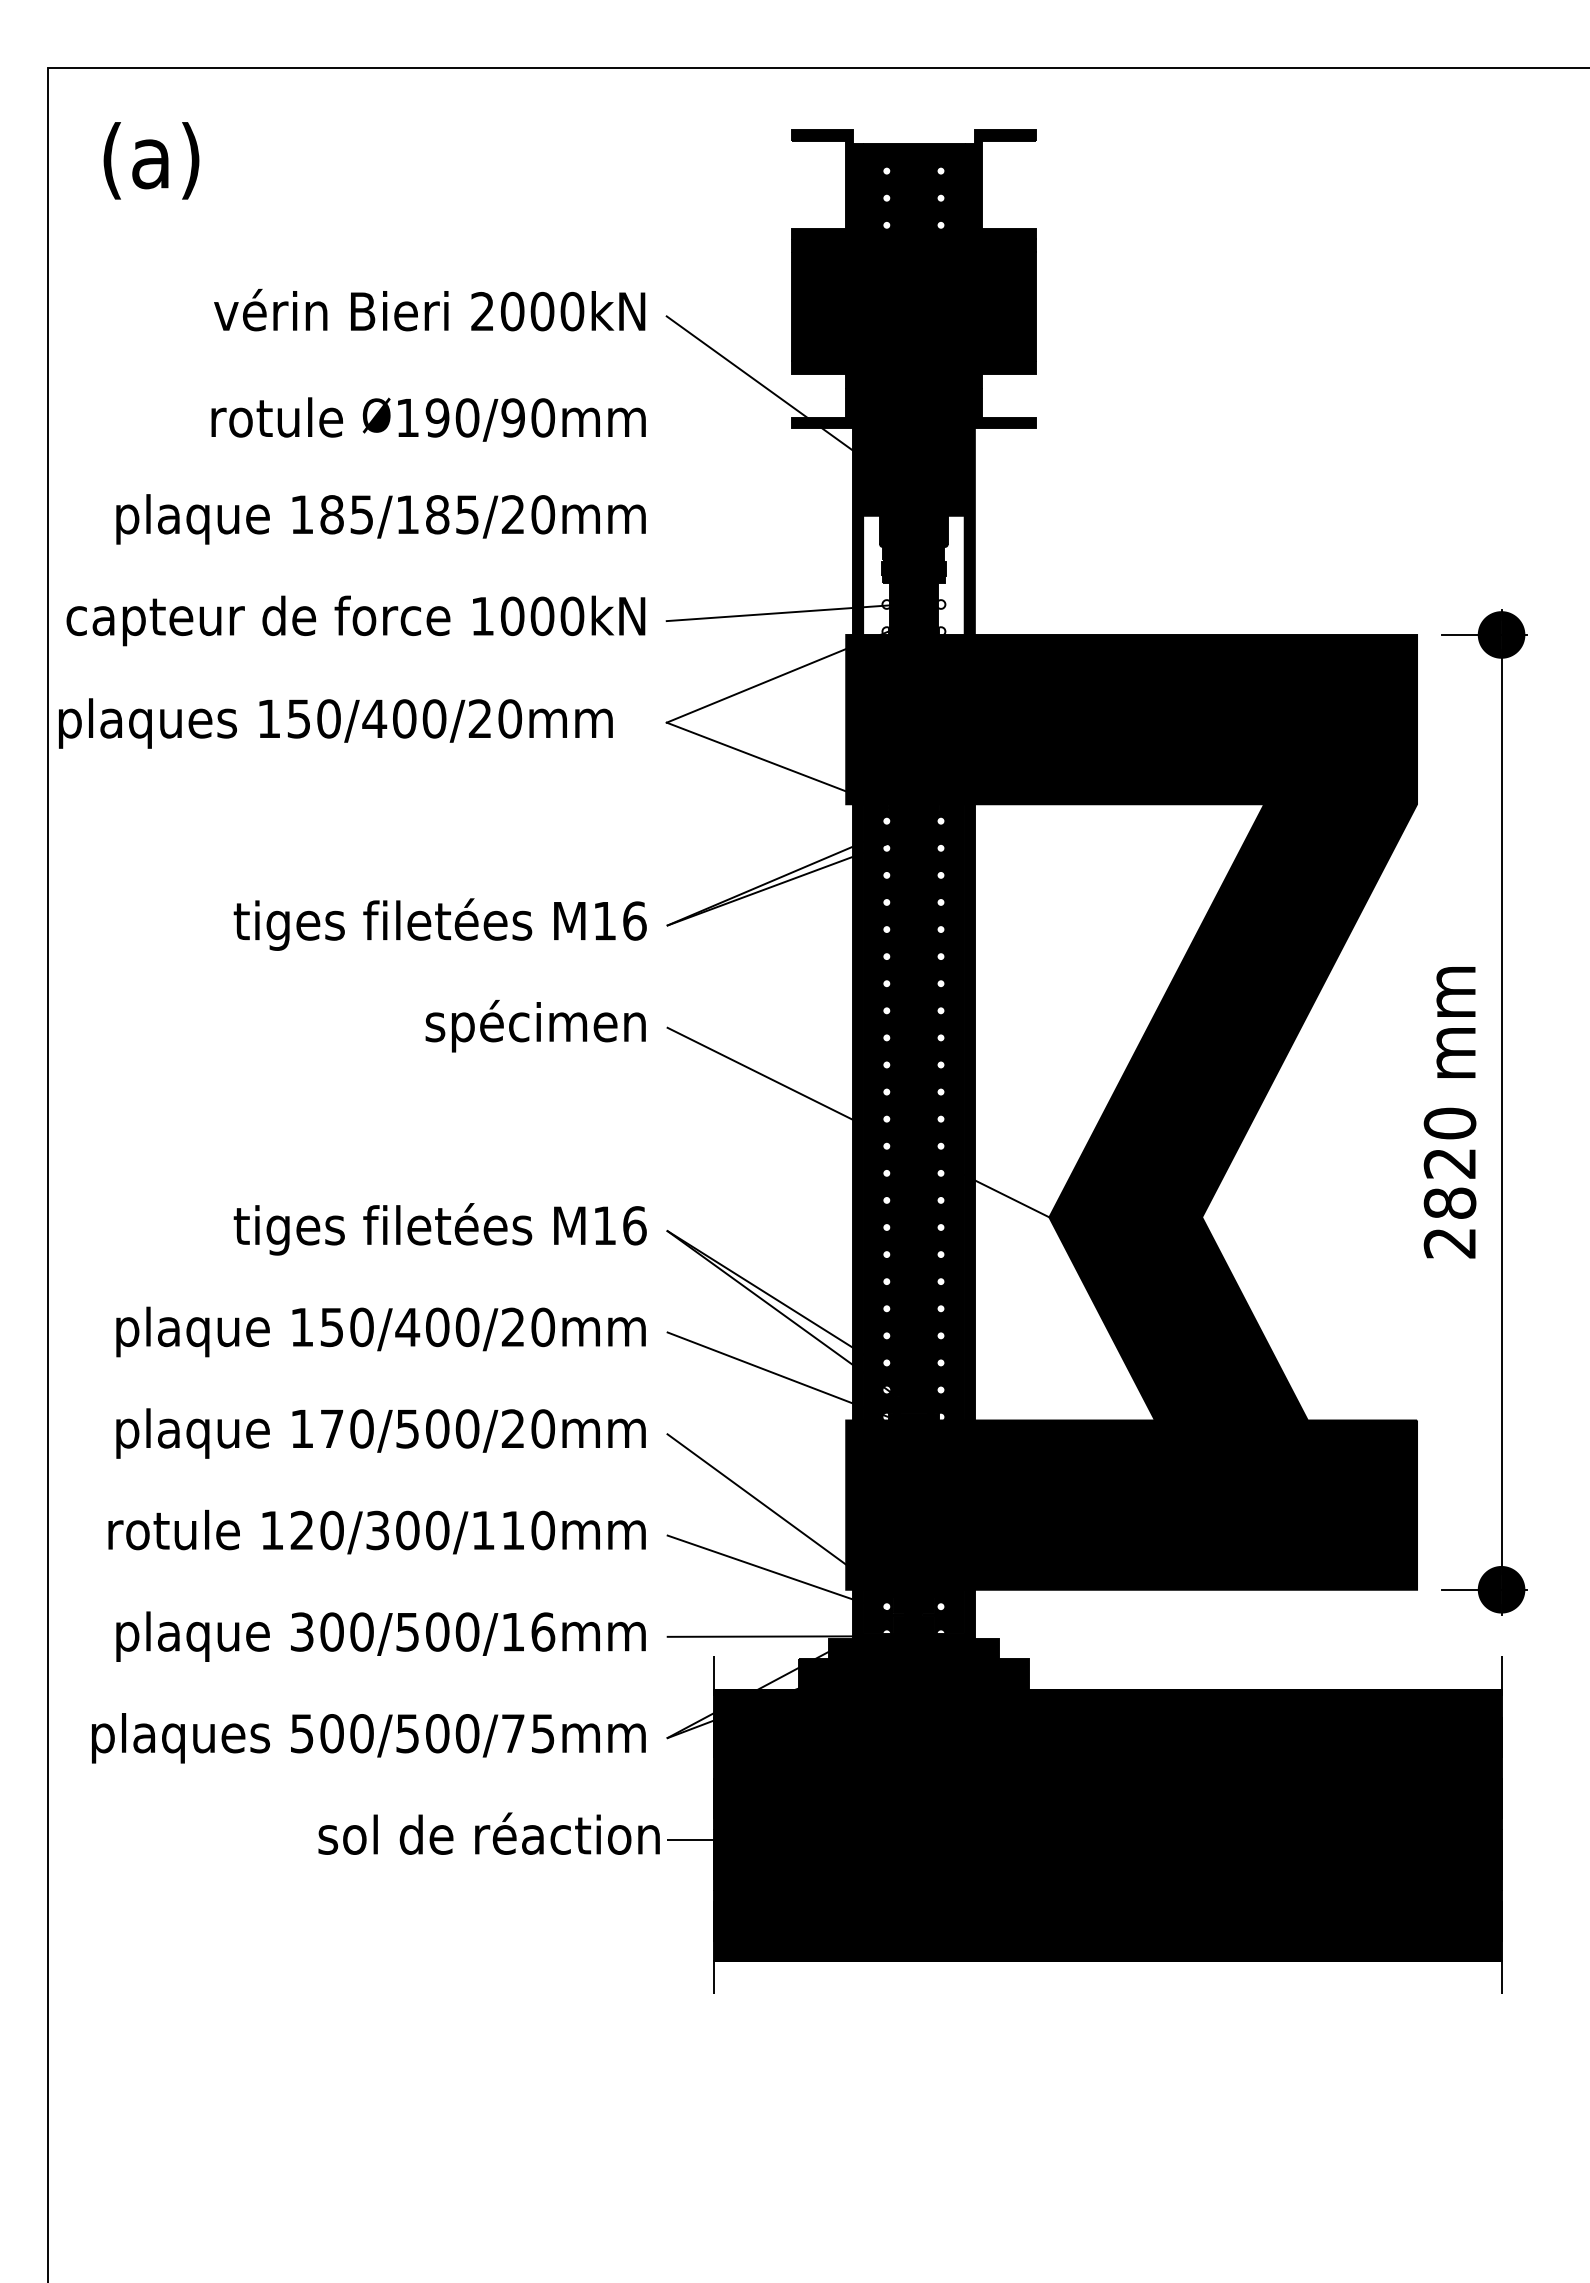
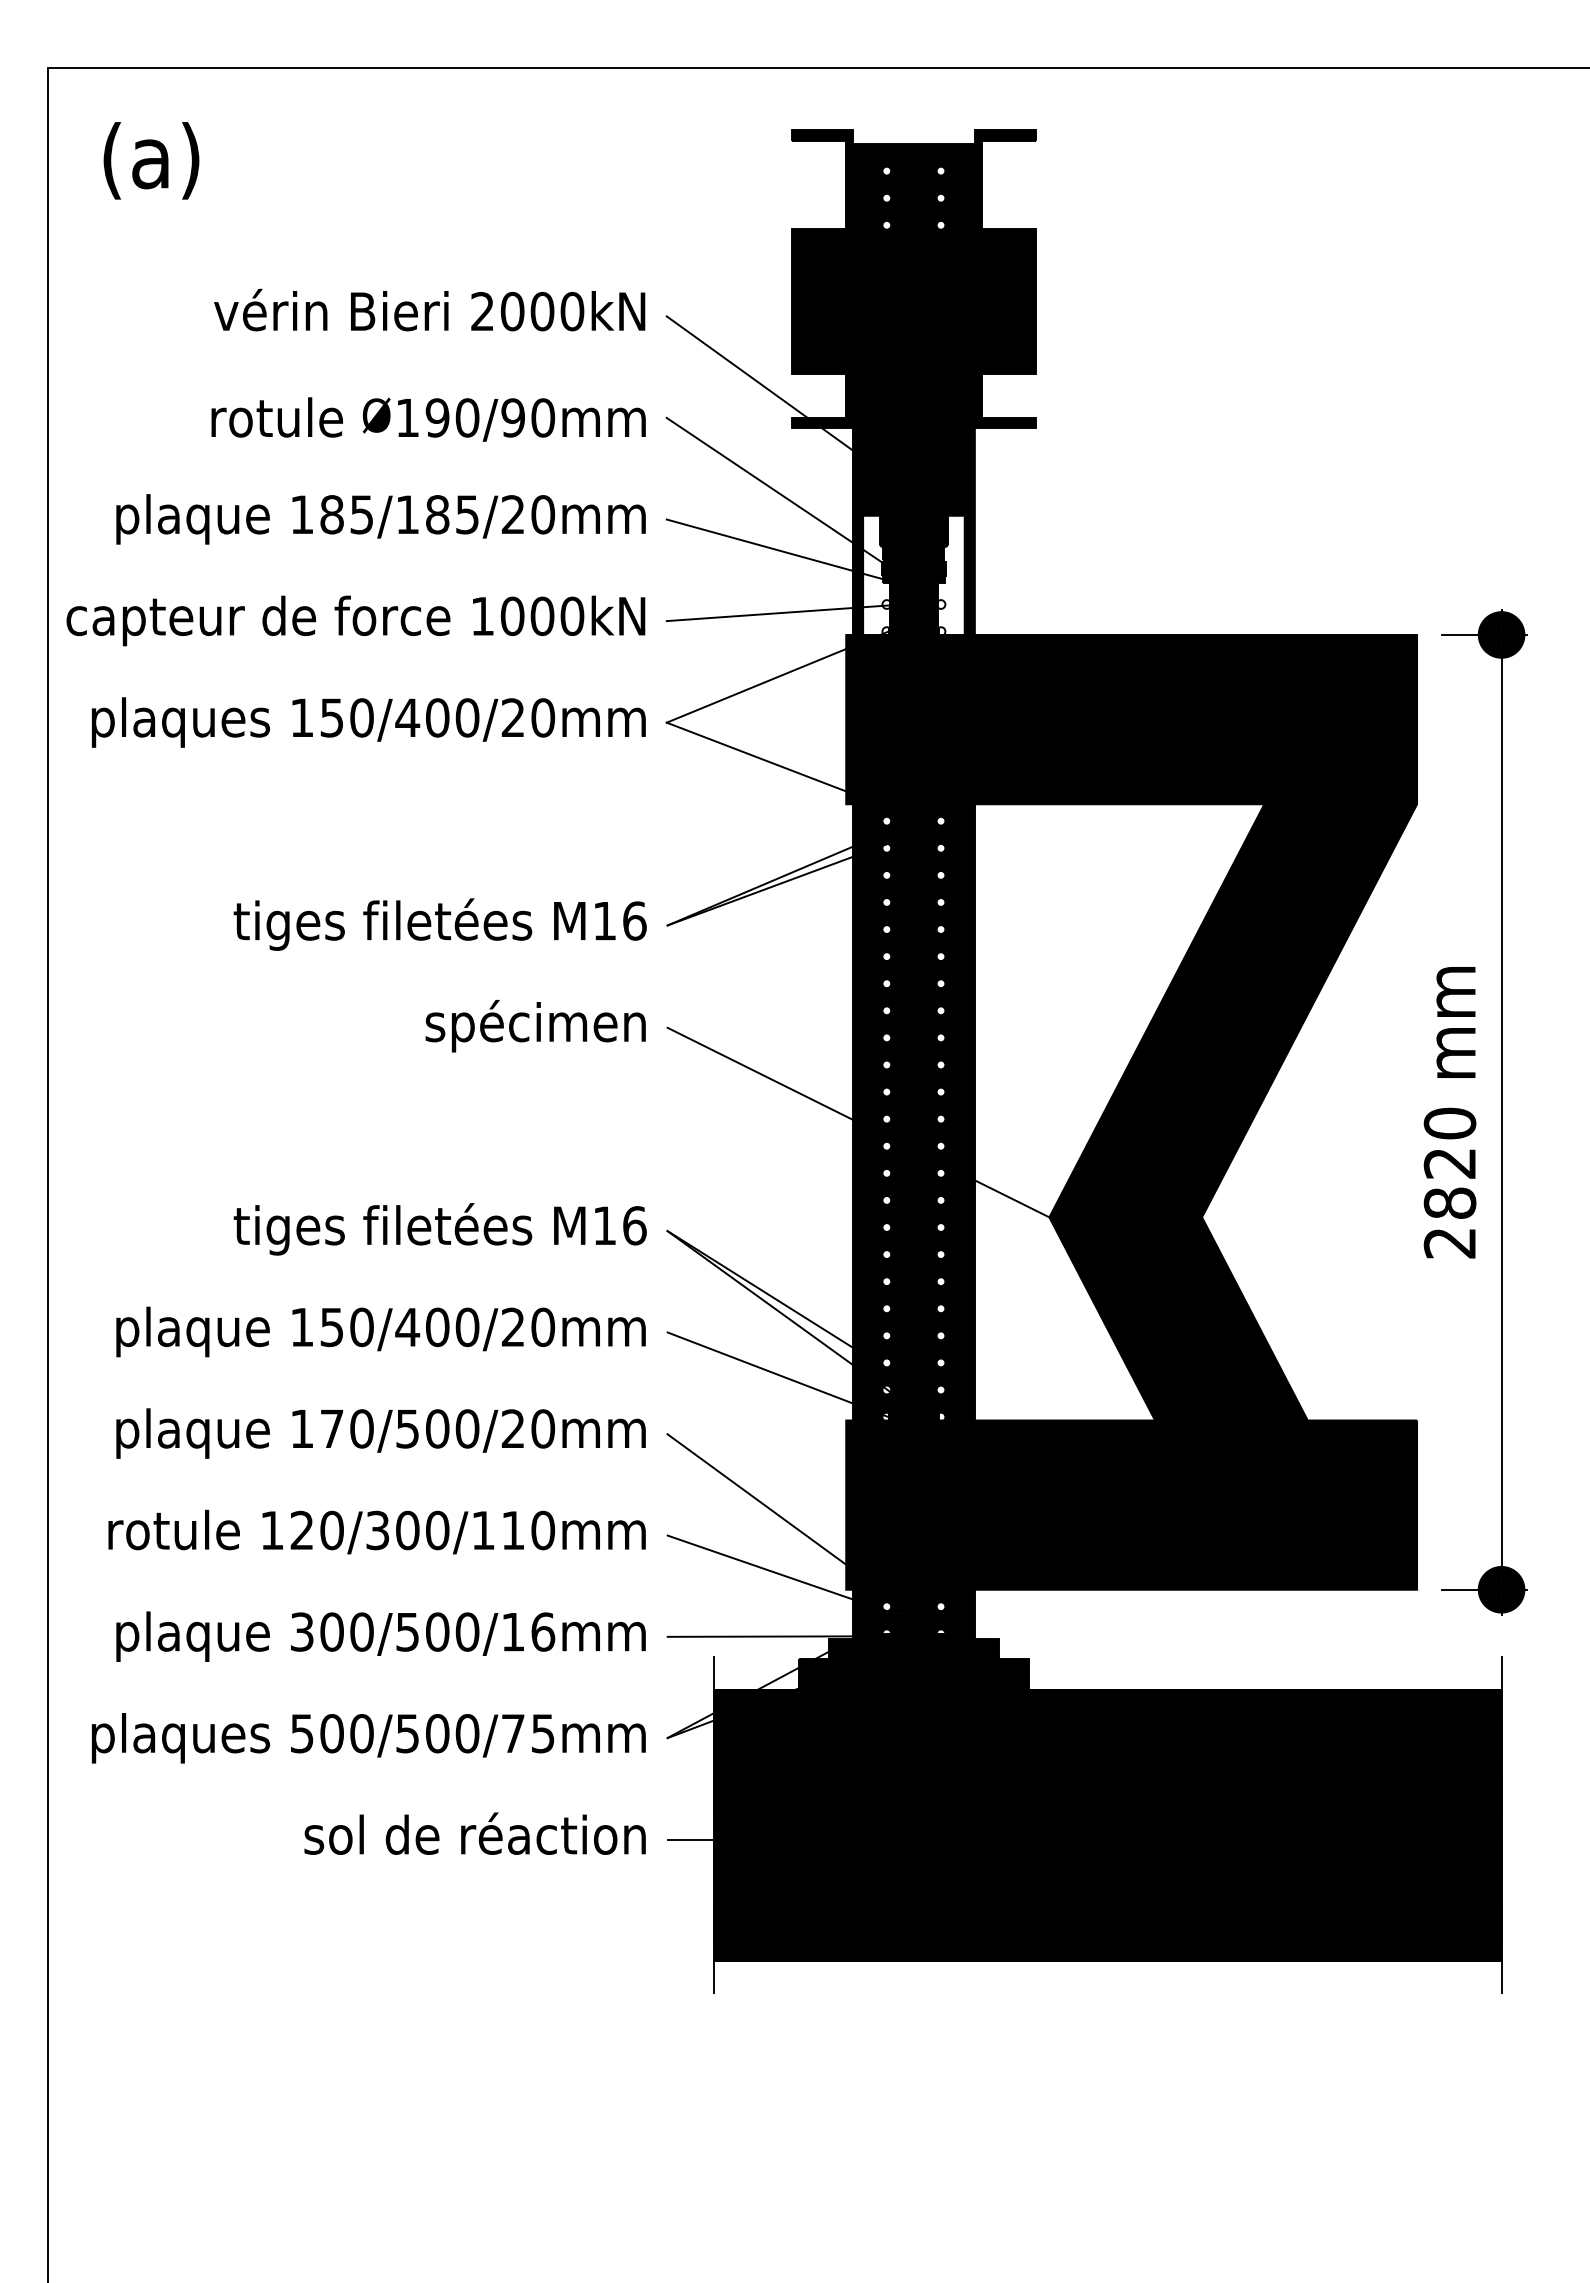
line at (773, 489): none -> present
line at (774, 549): none -> present
text at (335, 723) position: (335, 723) -> (368, 722)
text at (488, 1833) position: (488, 1833) -> (474, 1833)
